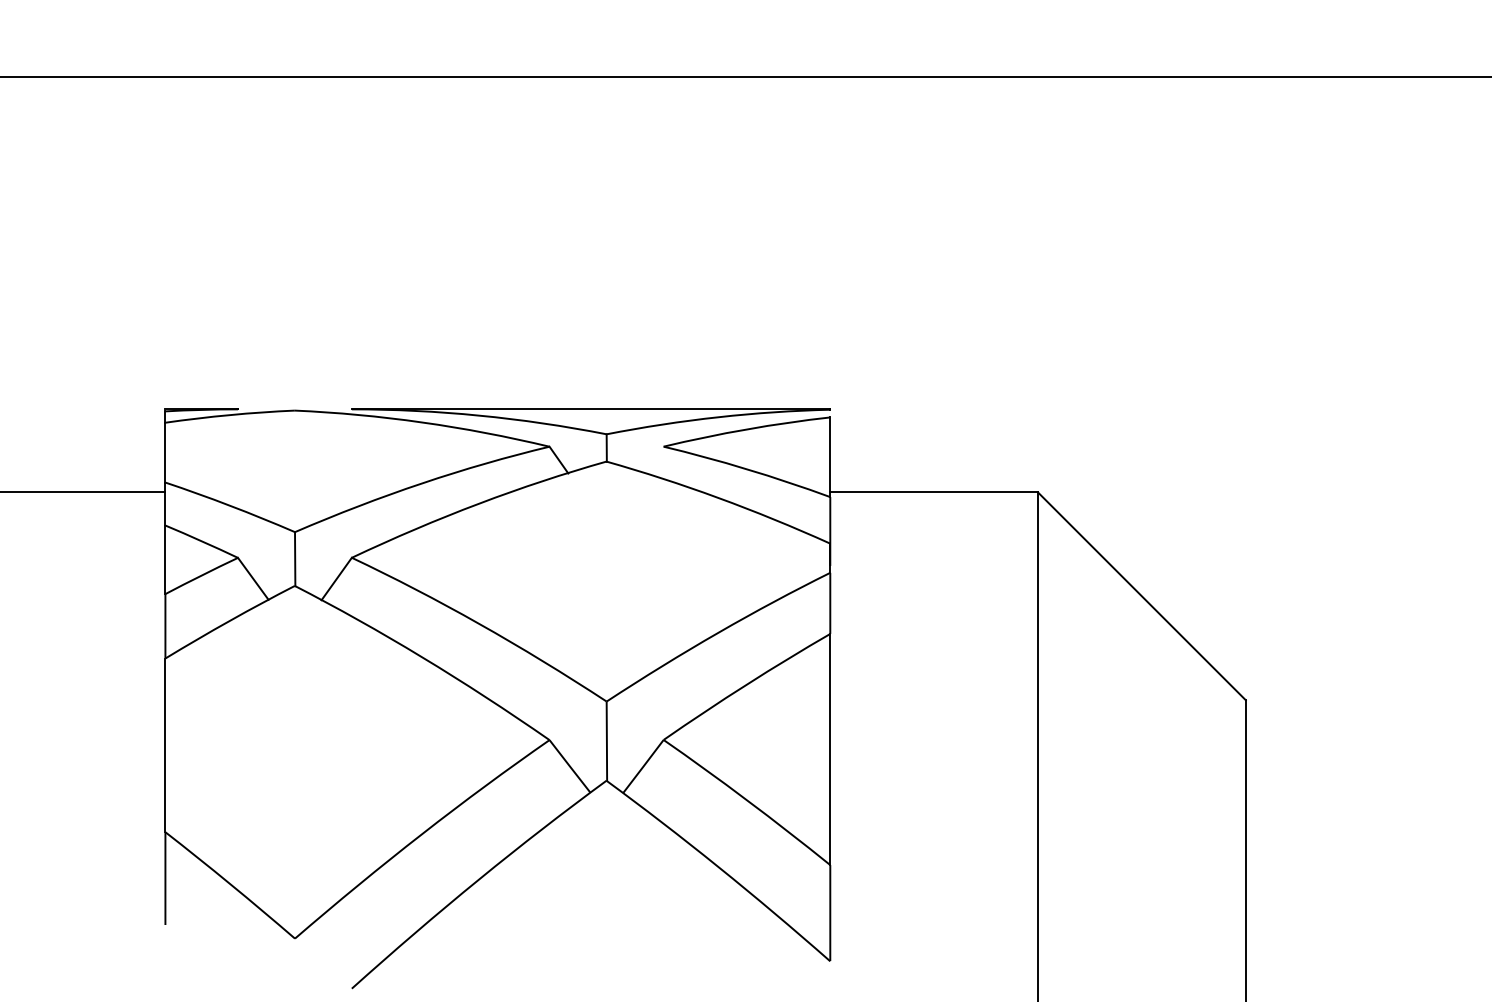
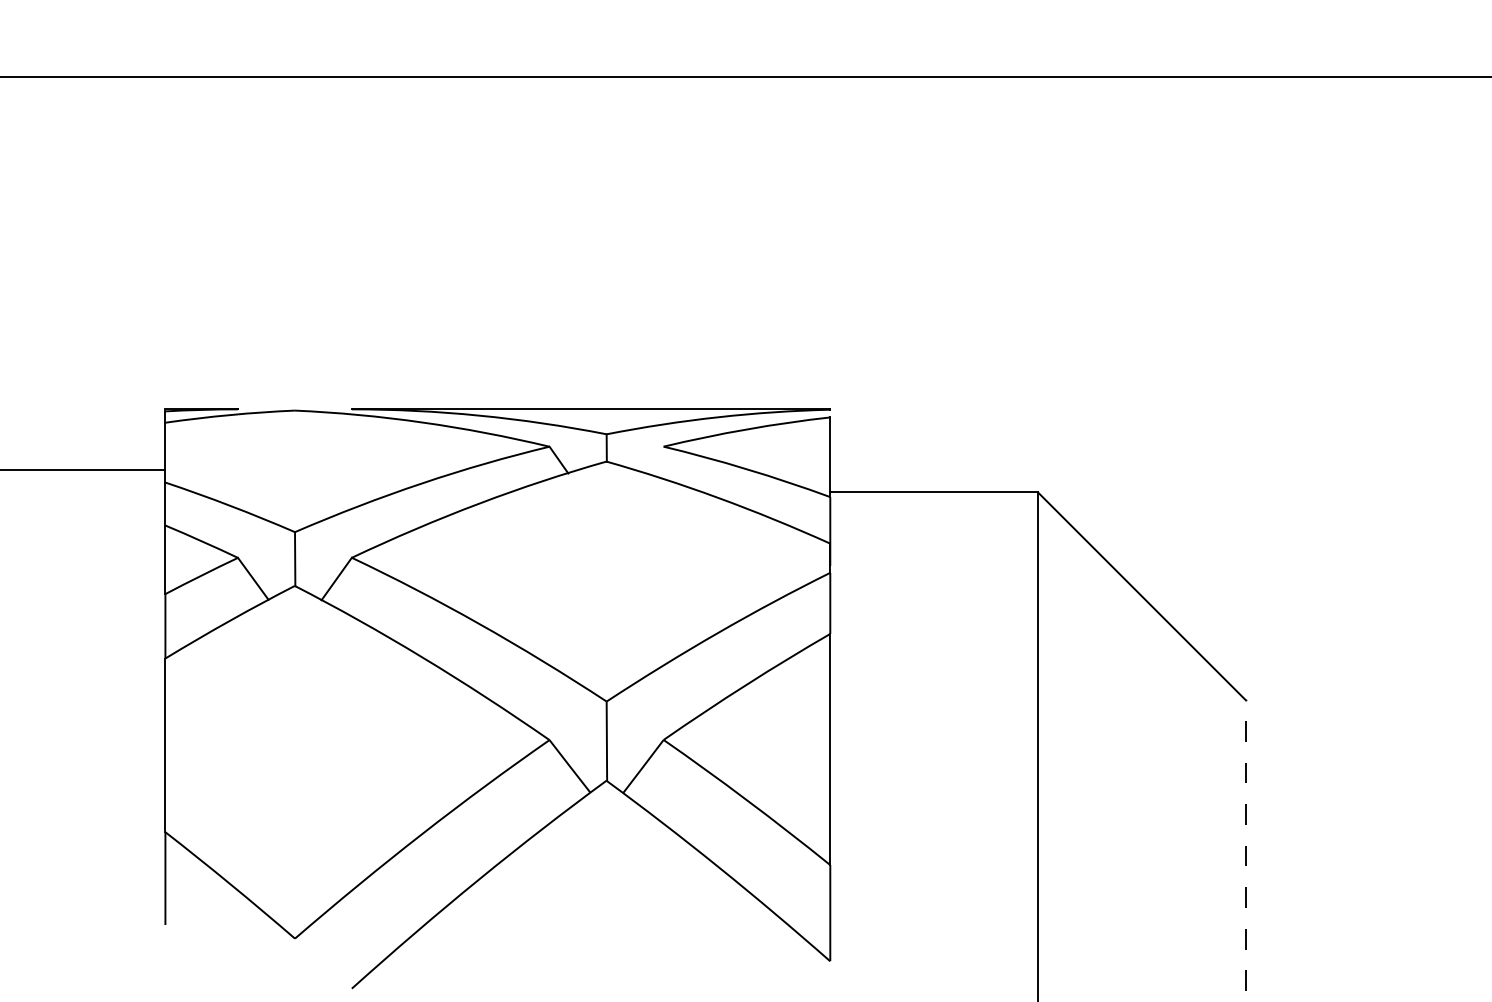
line at (83, 492) position: (83, 492) -> (83, 470)
line at (1245, 850): solid -> dashed
